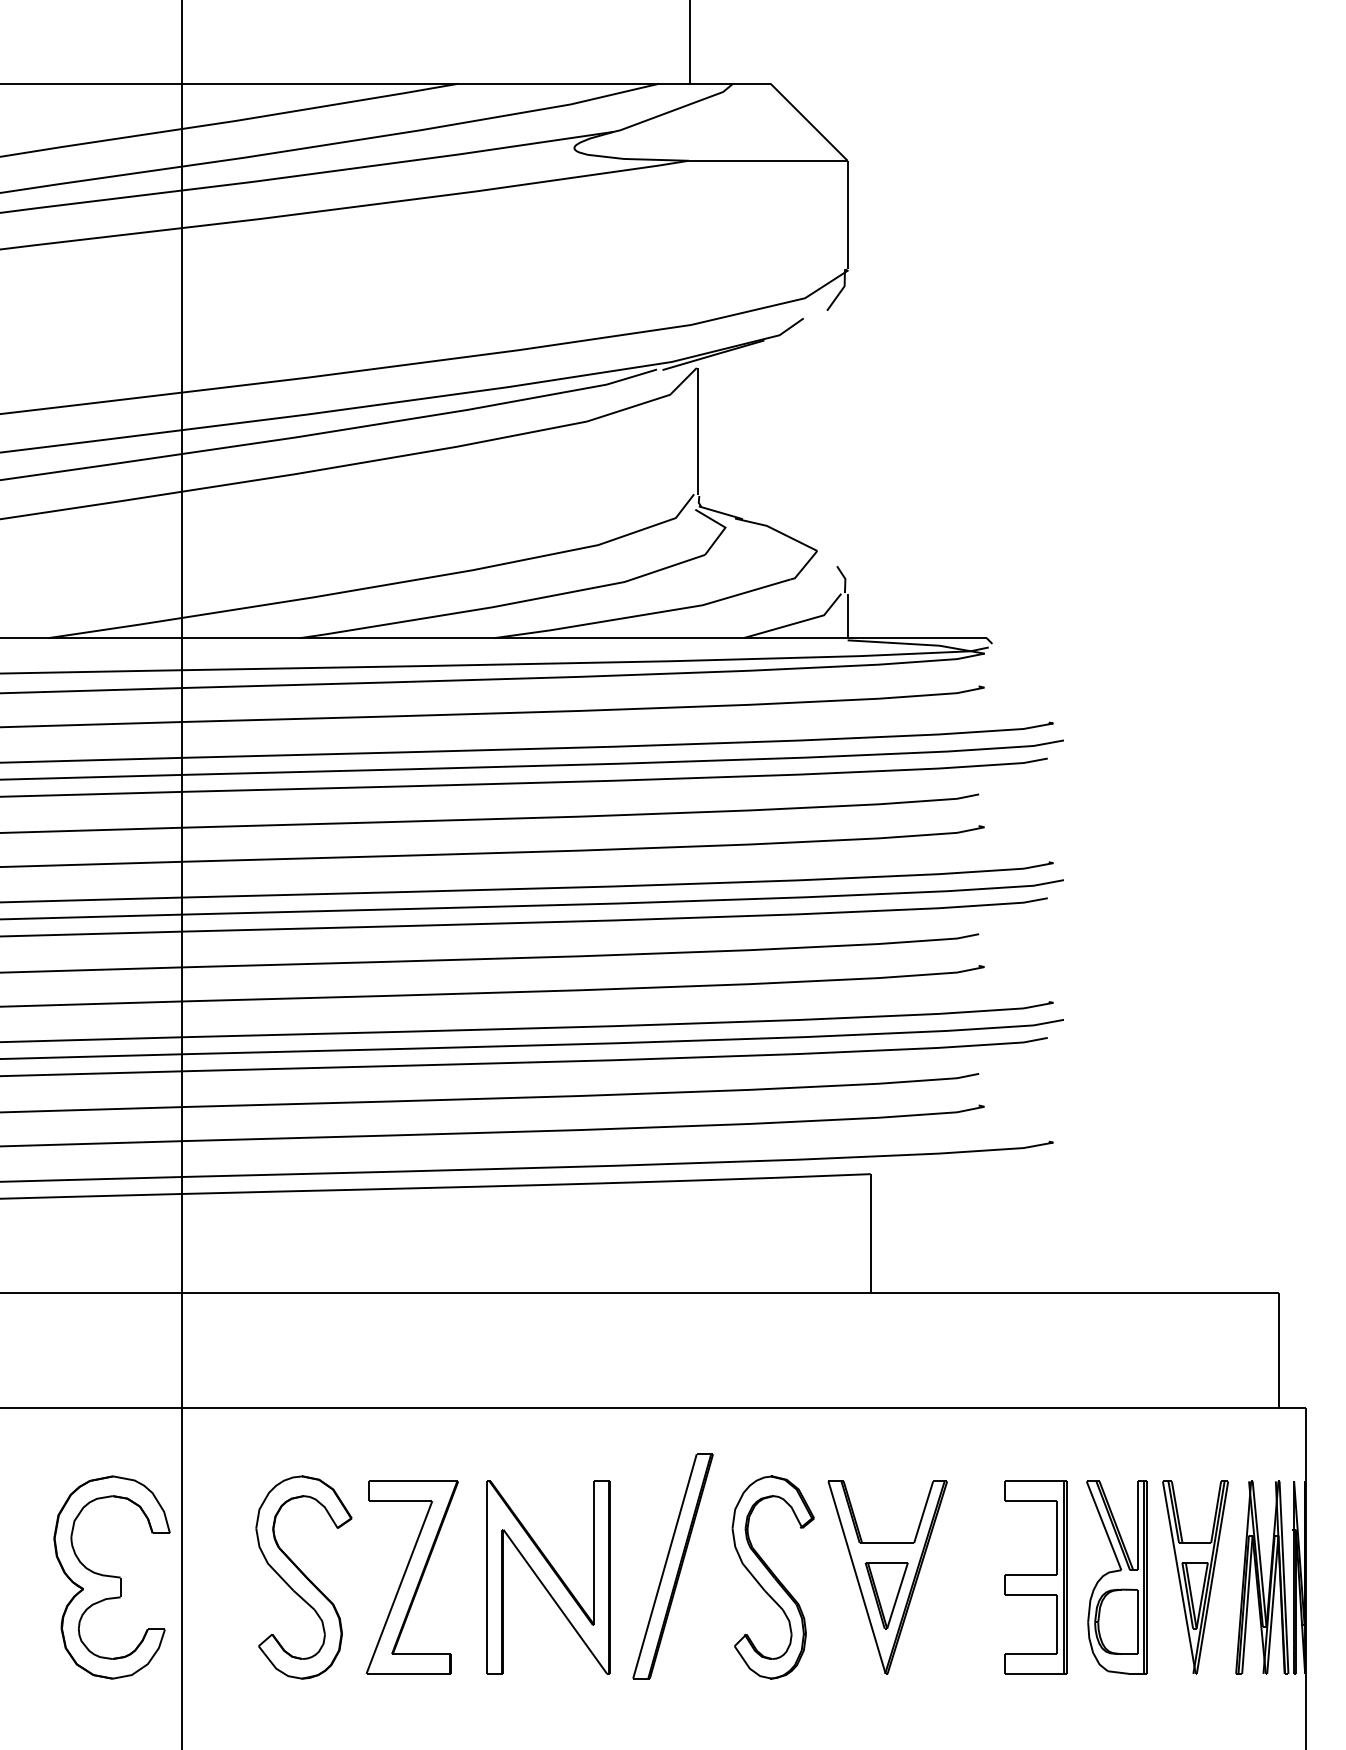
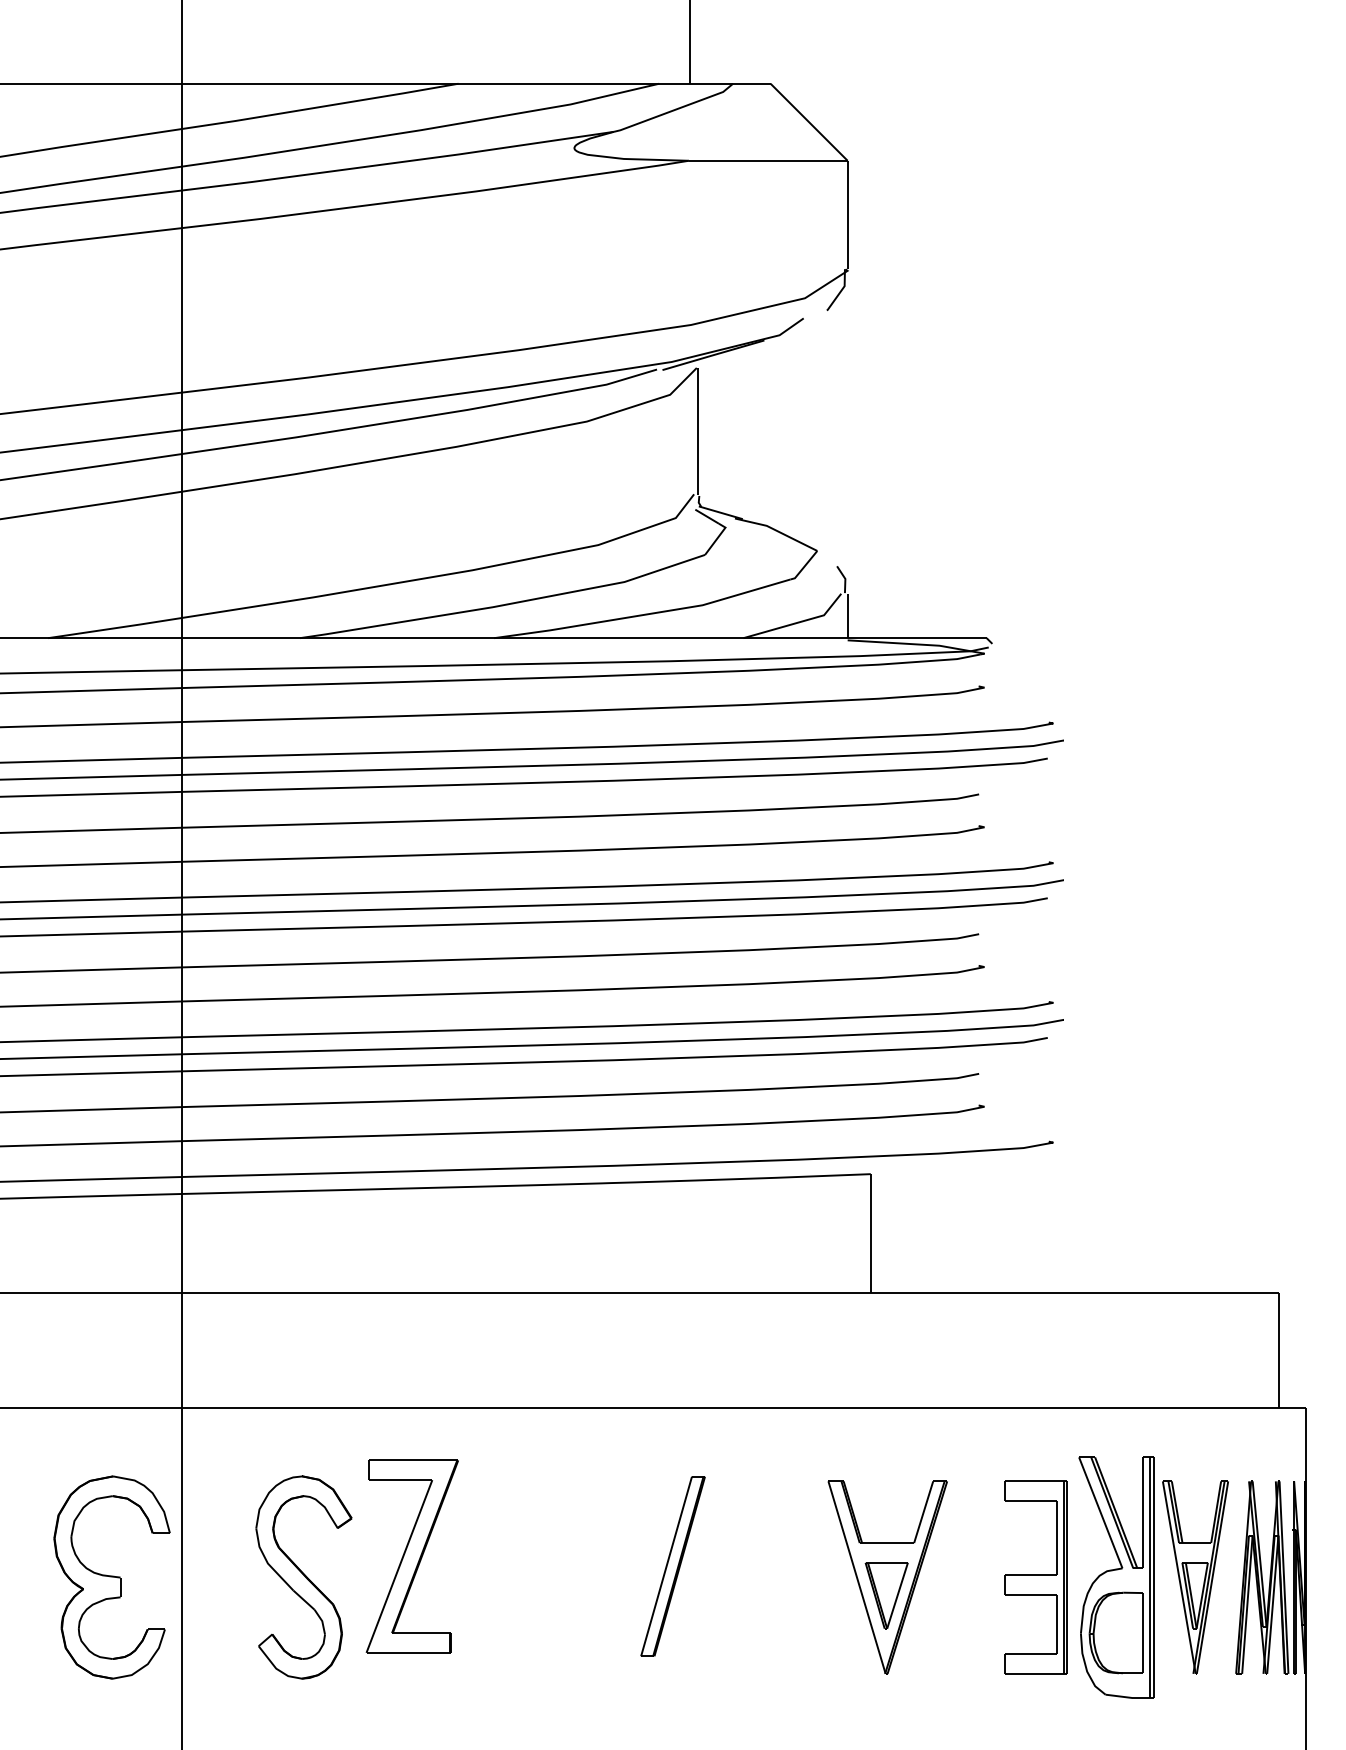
part at (672, 1566) size: 82x227 px -> 66x181 px
part at (411, 1577) position: (411, 1577) -> (411, 1556)
part at (548, 1577): present -> none
part at (772, 1577): present -> none
part at (1116, 1577) size: 62x195 px -> 77x243 px
